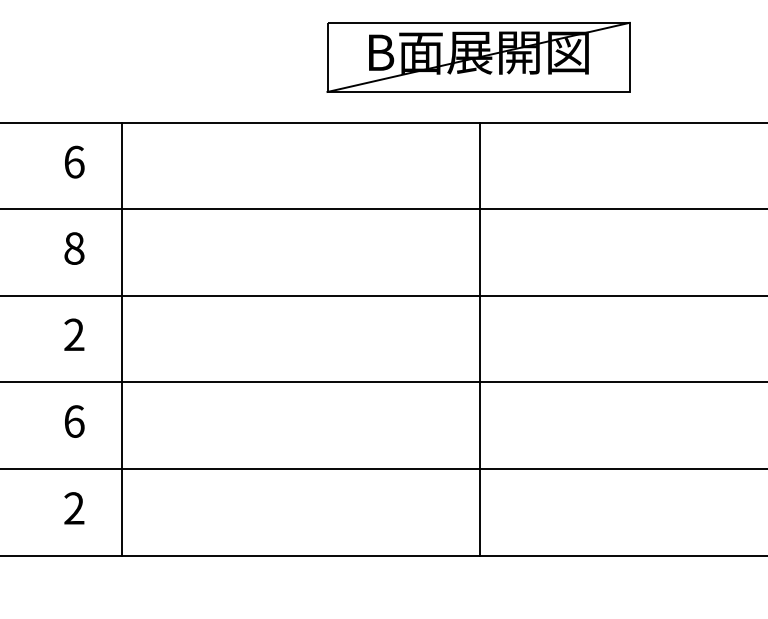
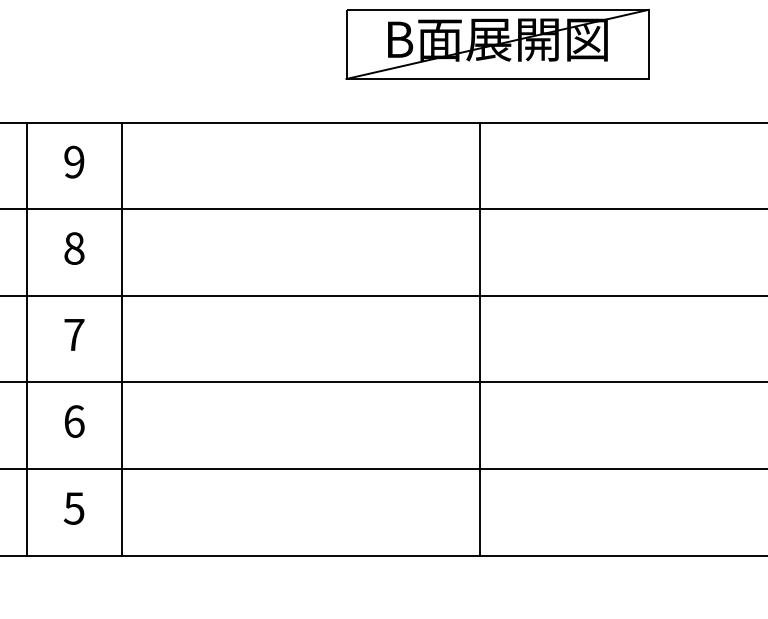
part at (478, 57) position: (478, 57) -> (497, 44)
text at (74, 161): 6 -> 9
text at (74, 334): 2 -> 7
line at (26, 339): none -> present
text at (73, 508): 2 -> 5
